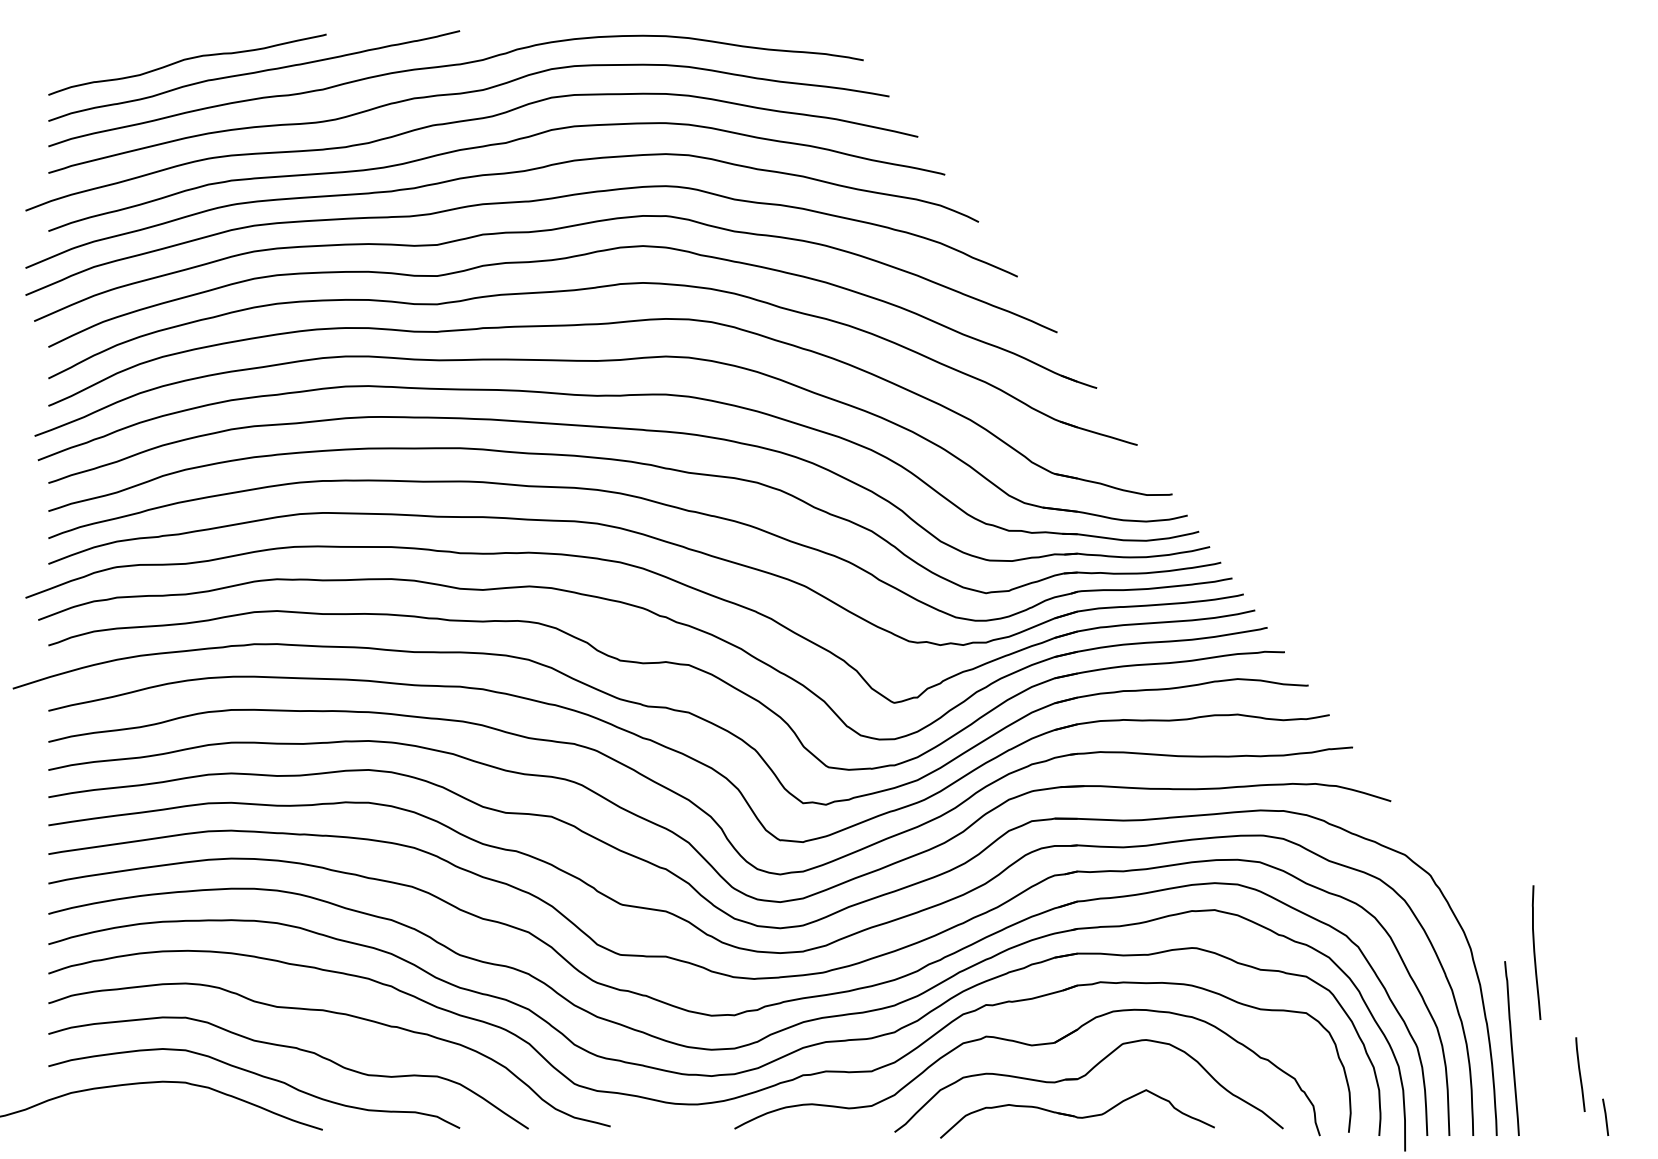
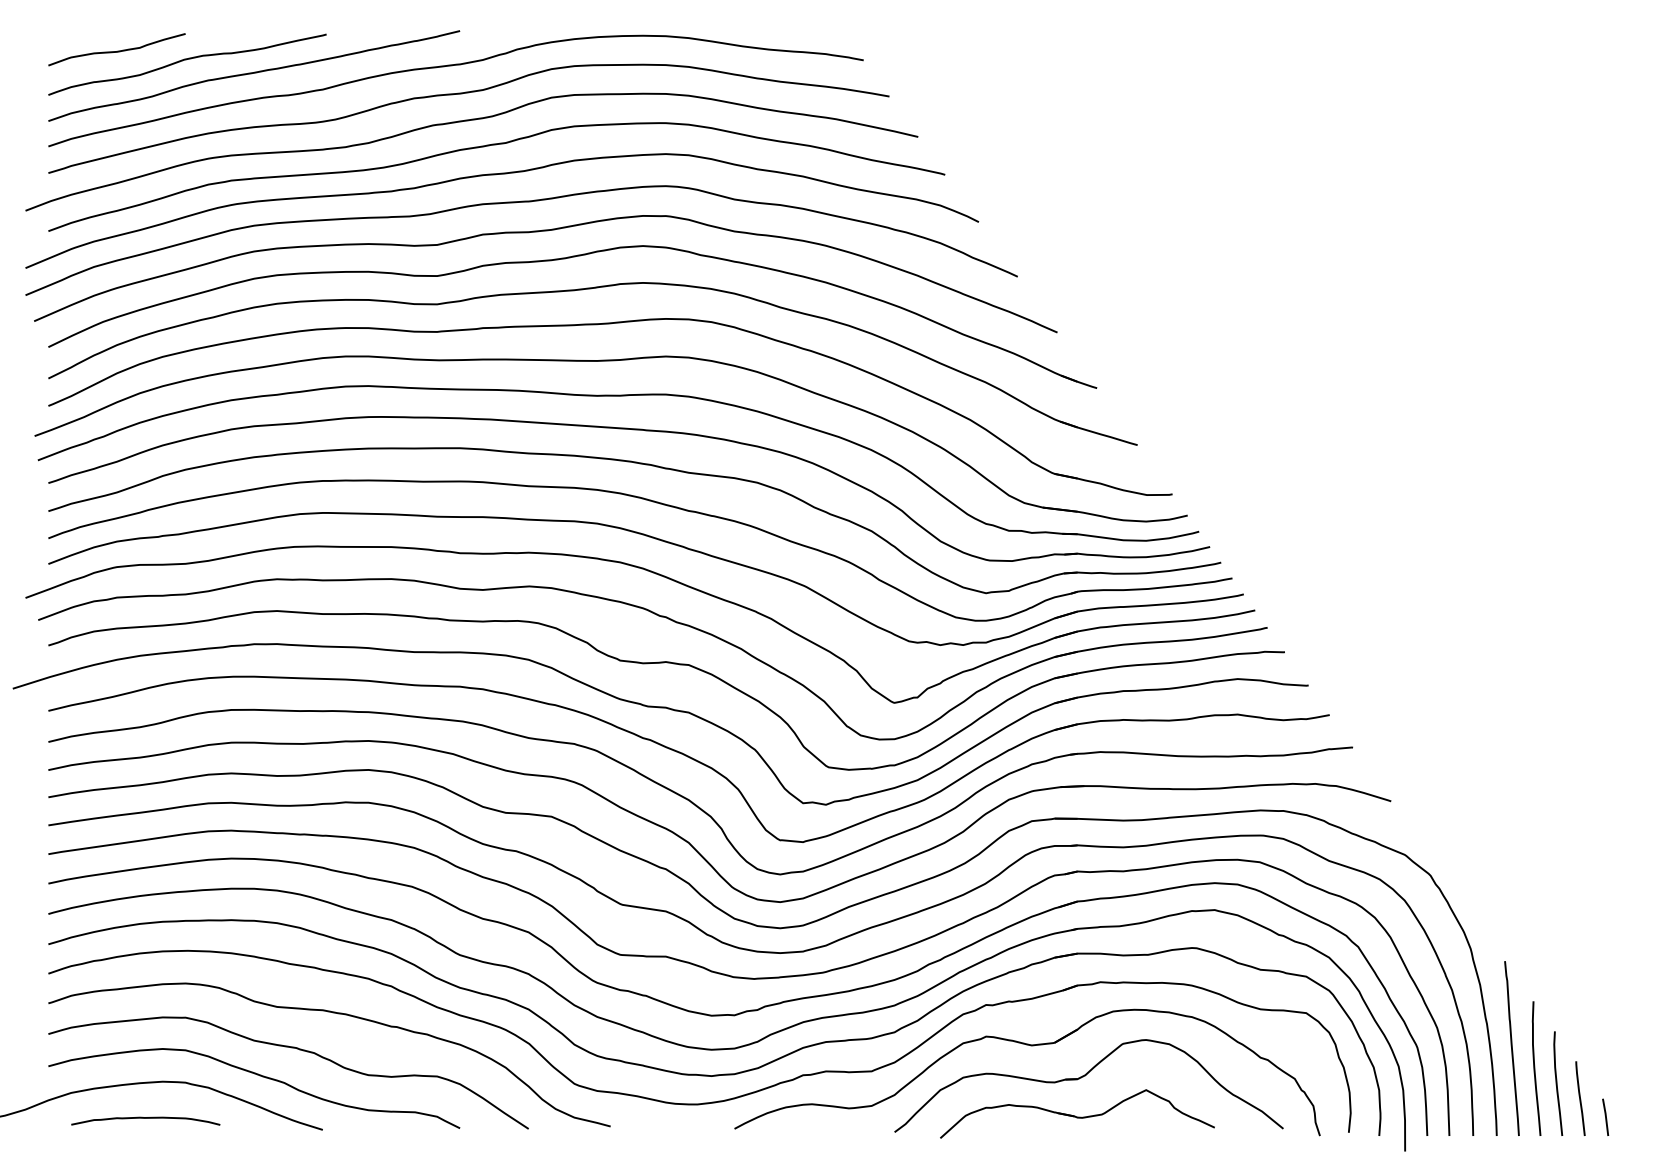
curve at (117, 50): none -> present
curve at (1535, 952) position: (1535, 952) -> (1535, 1068)
line at (1580, 1074) position: (1580, 1074) -> (1580, 1098)
curve at (1557, 1083): none -> present
curve at (145, 1118): none -> present
